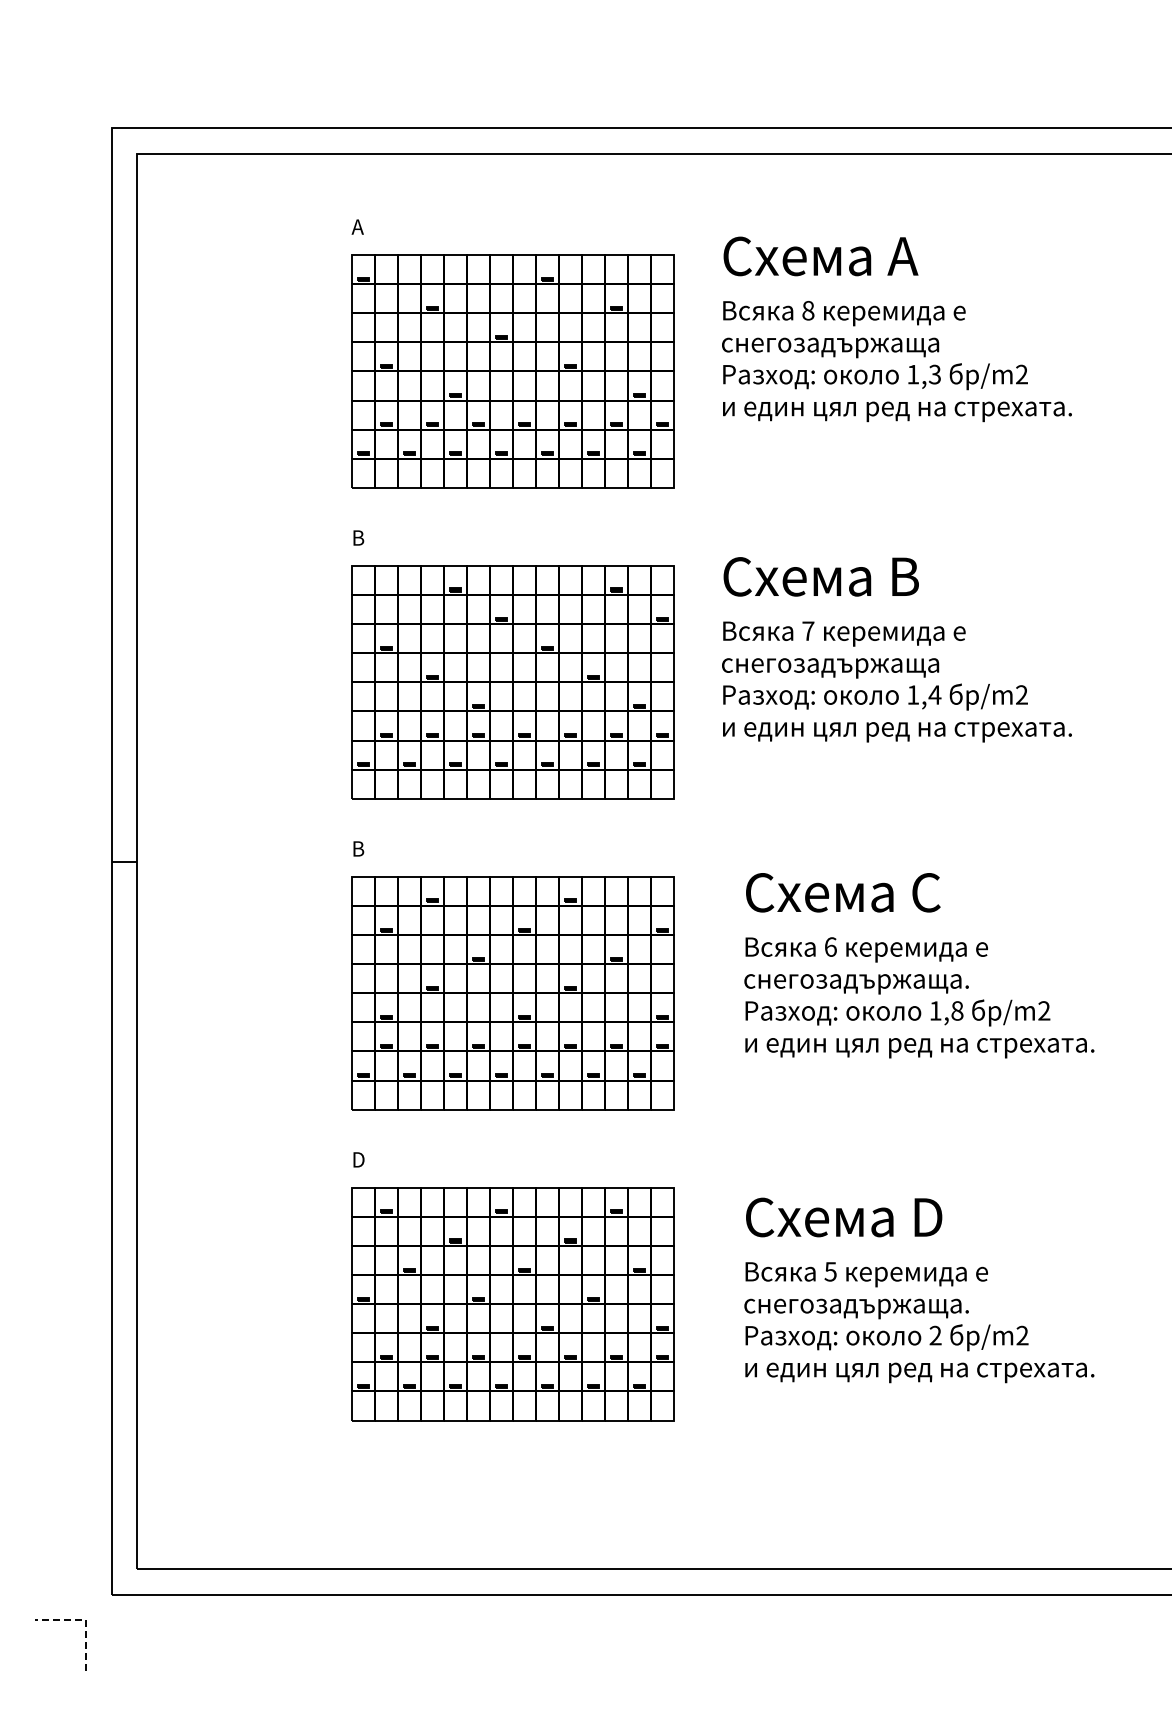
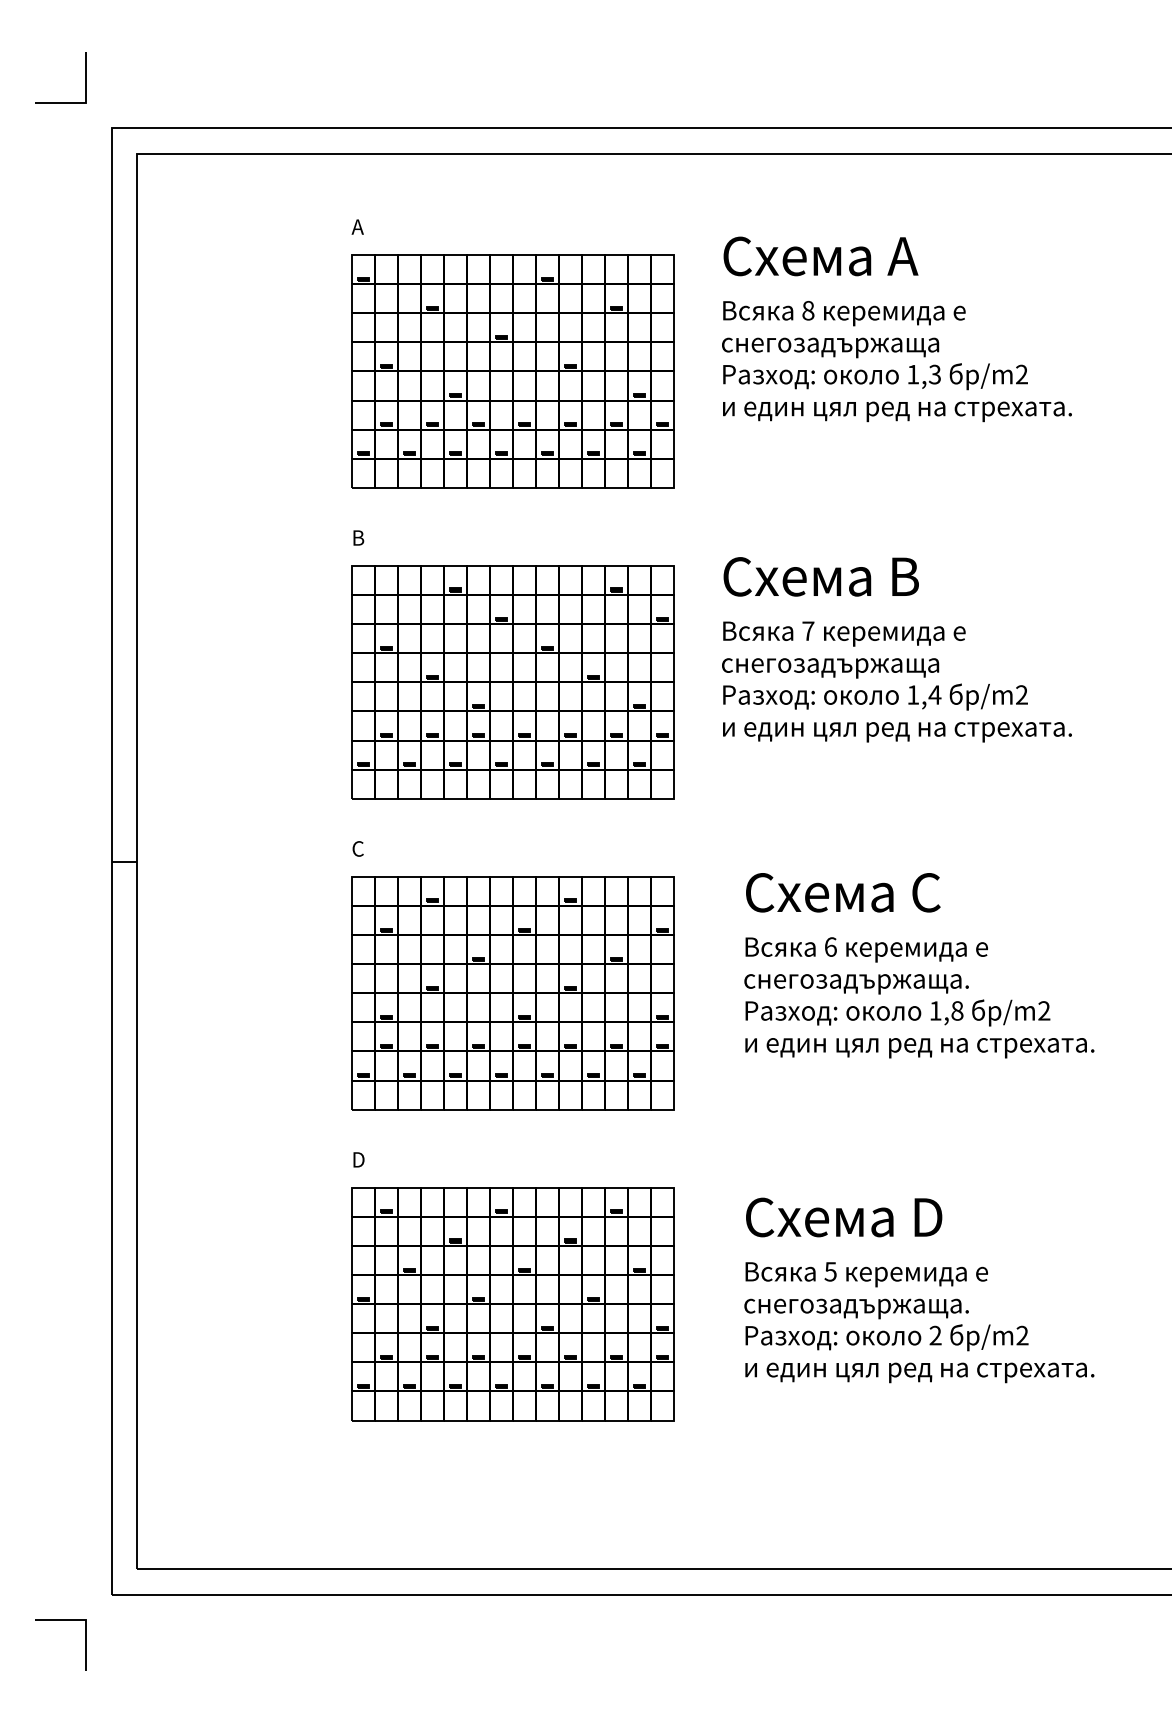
line at (85, 77): none -> present
text at (358, 848): B -> C
line at (86, 1620): dashed -> solid
